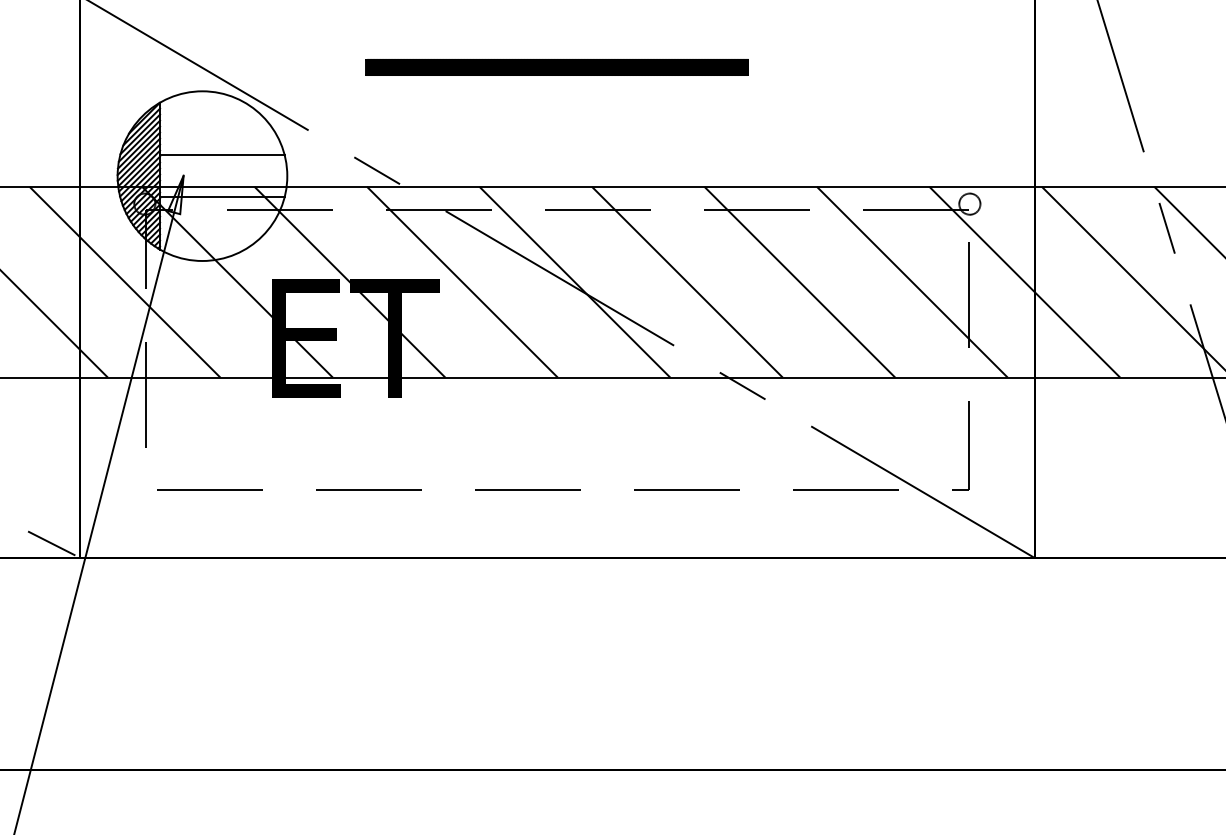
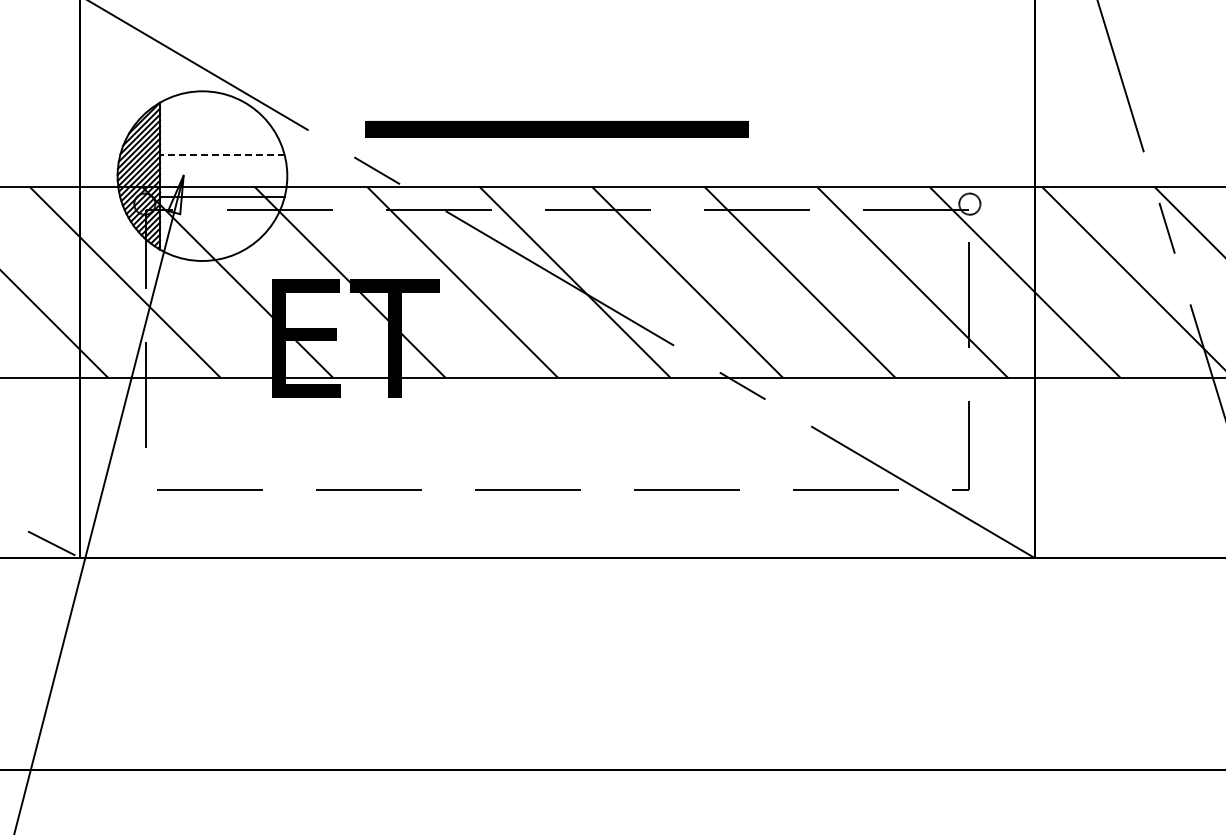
part at (556, 67) position: (556, 67) -> (556, 129)
line at (221, 154): solid -> dashed
